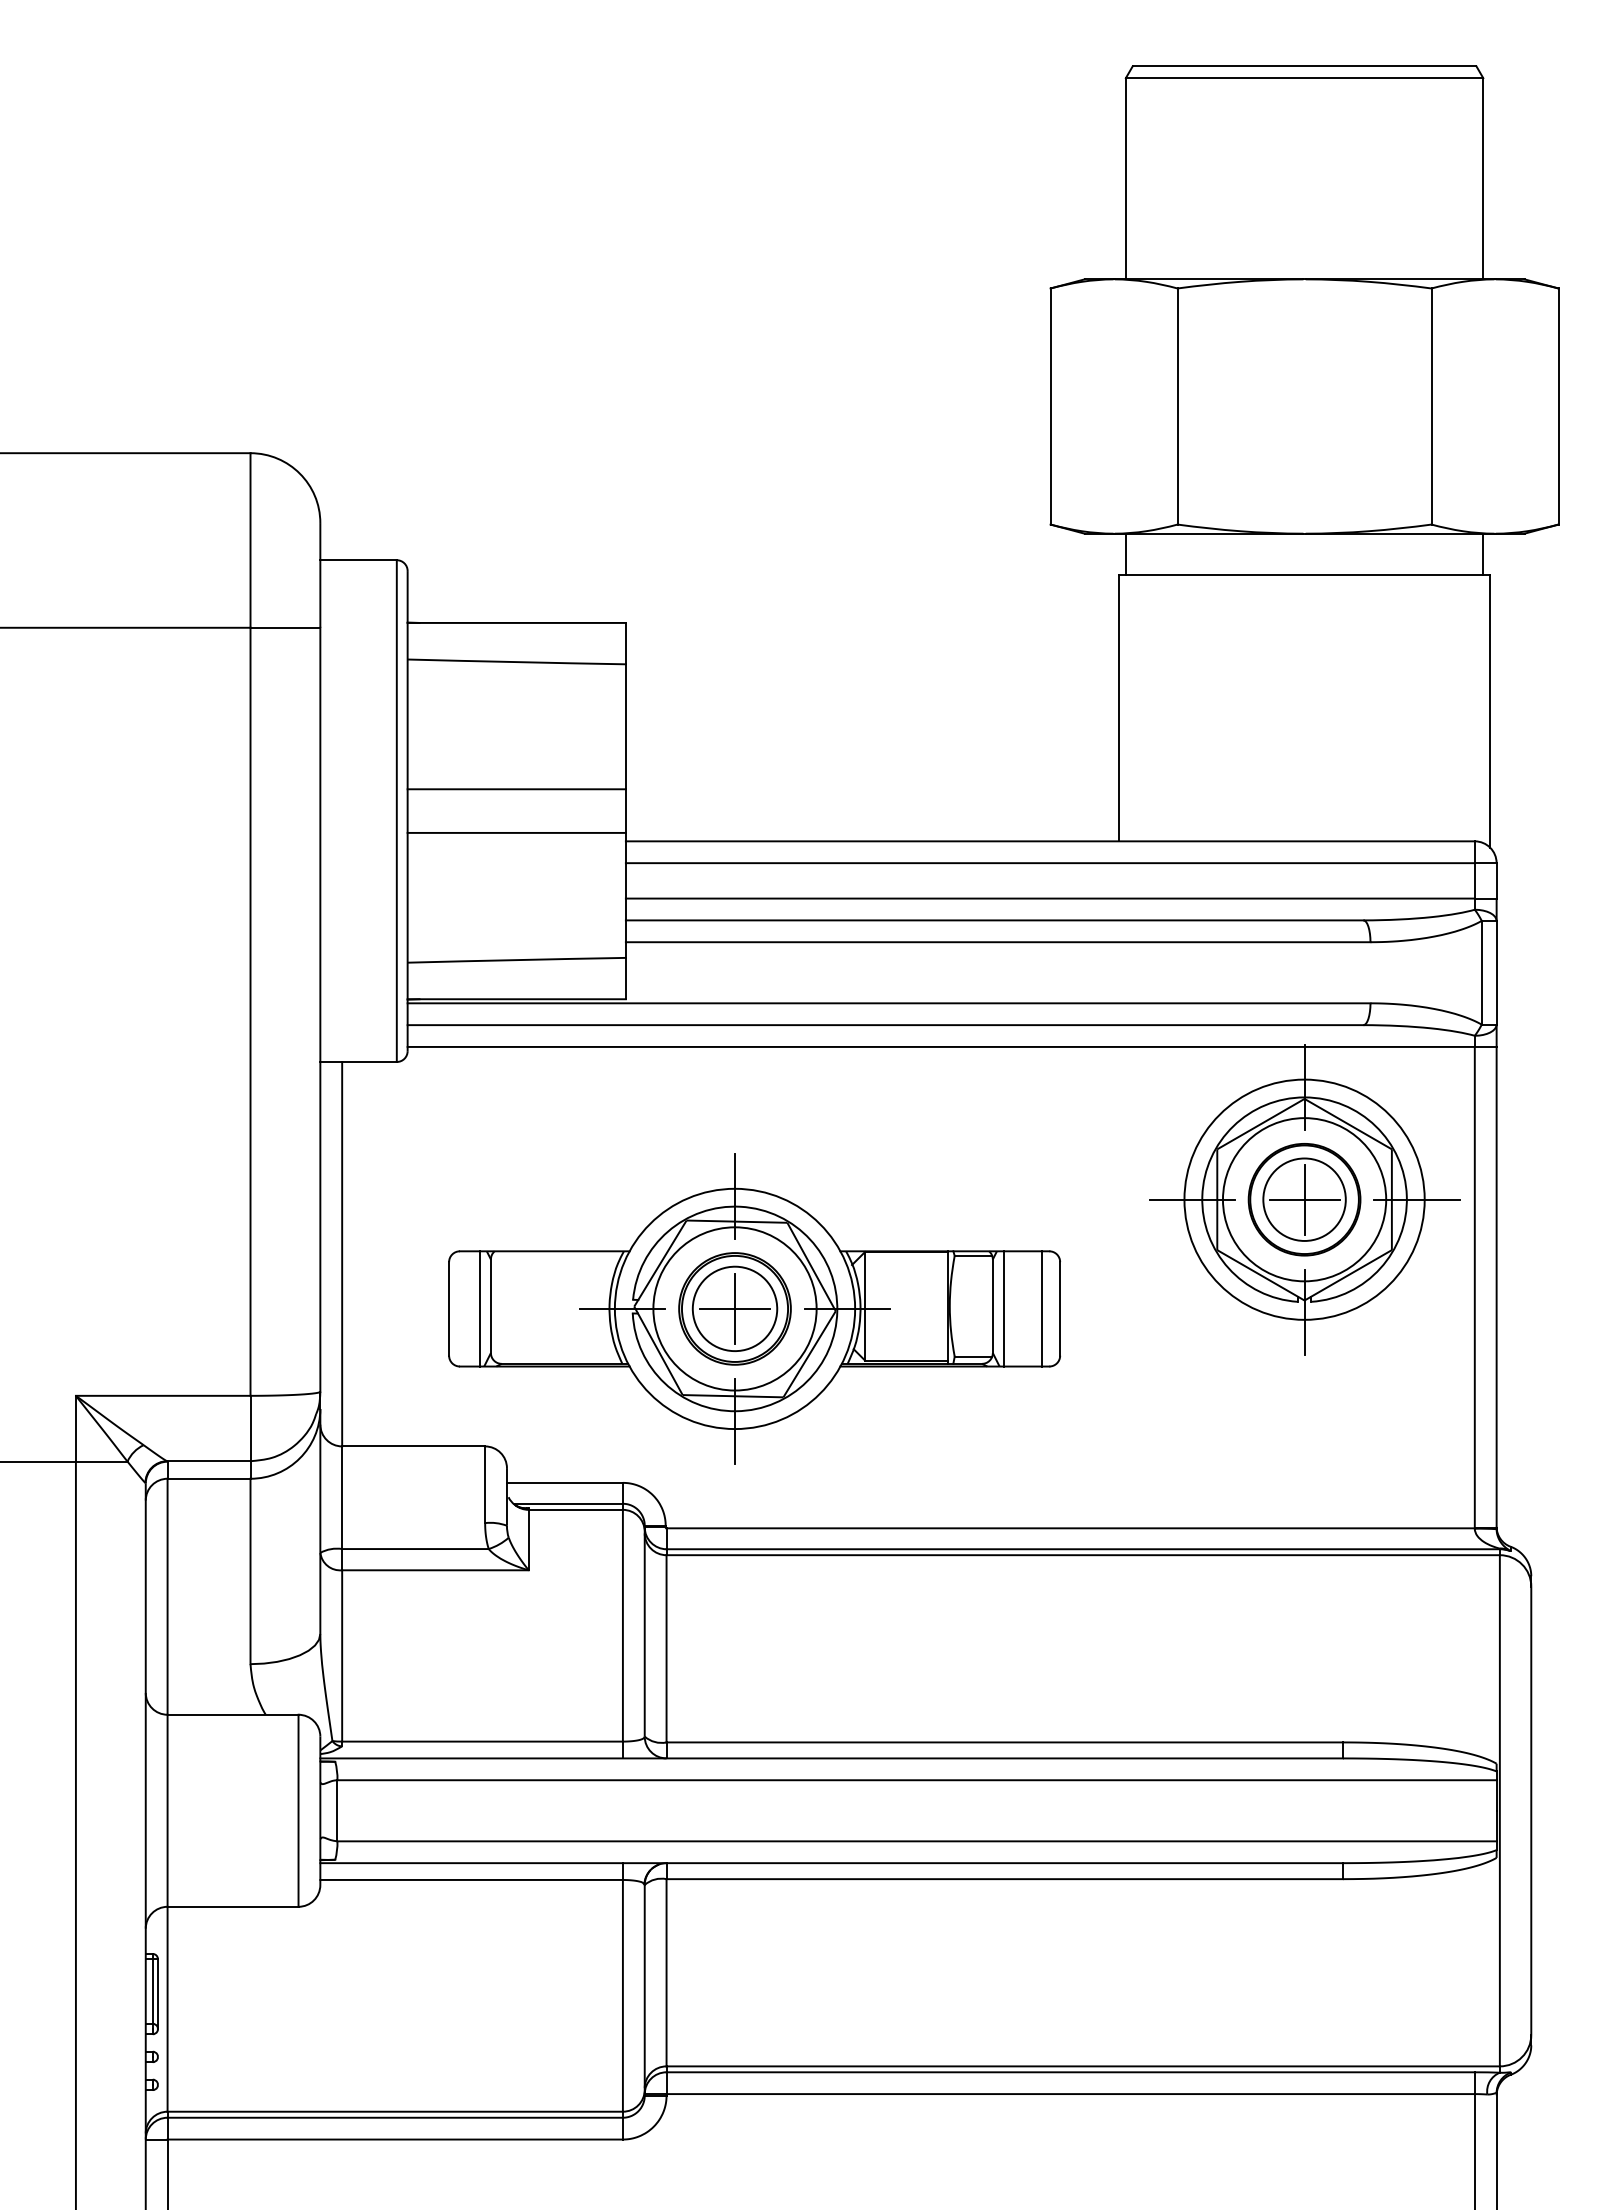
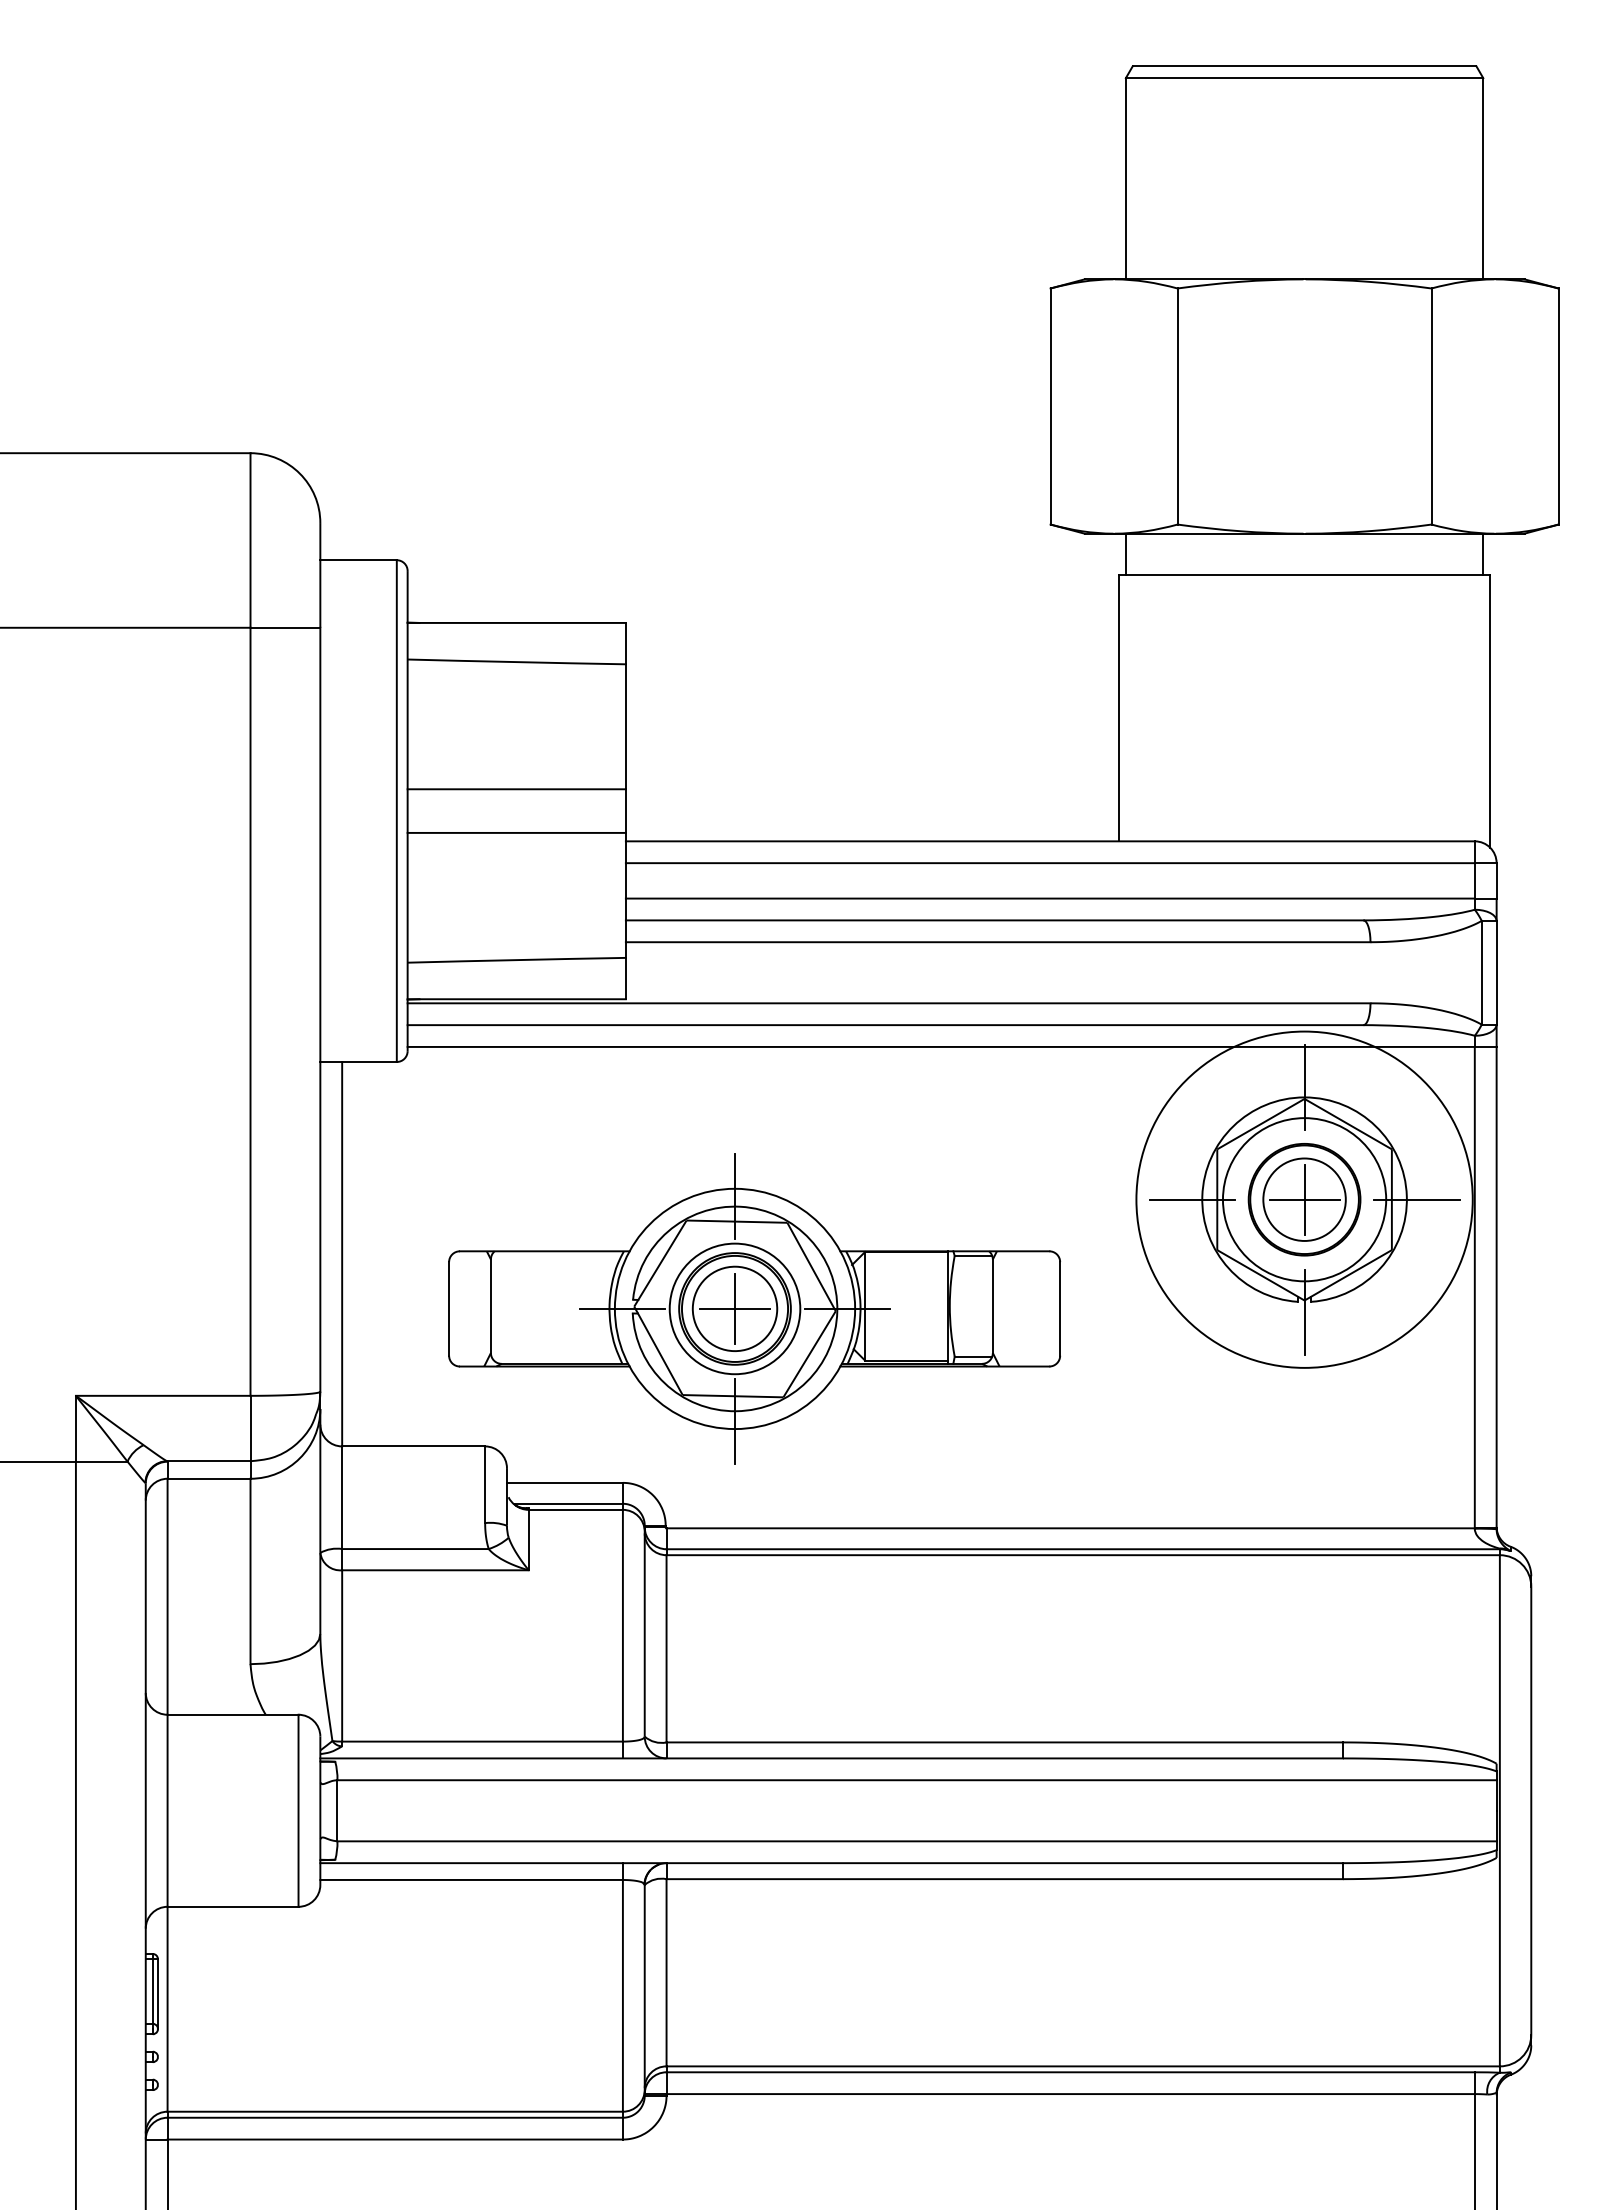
circle at (1304, 1199) diameter: 240 px -> 336 px
line at (480, 1308): present -> none
circle at (734, 1308) diameter: 163 px -> 131 px
line at (1003, 1308): present -> none
line at (1042, 1308): present -> none
